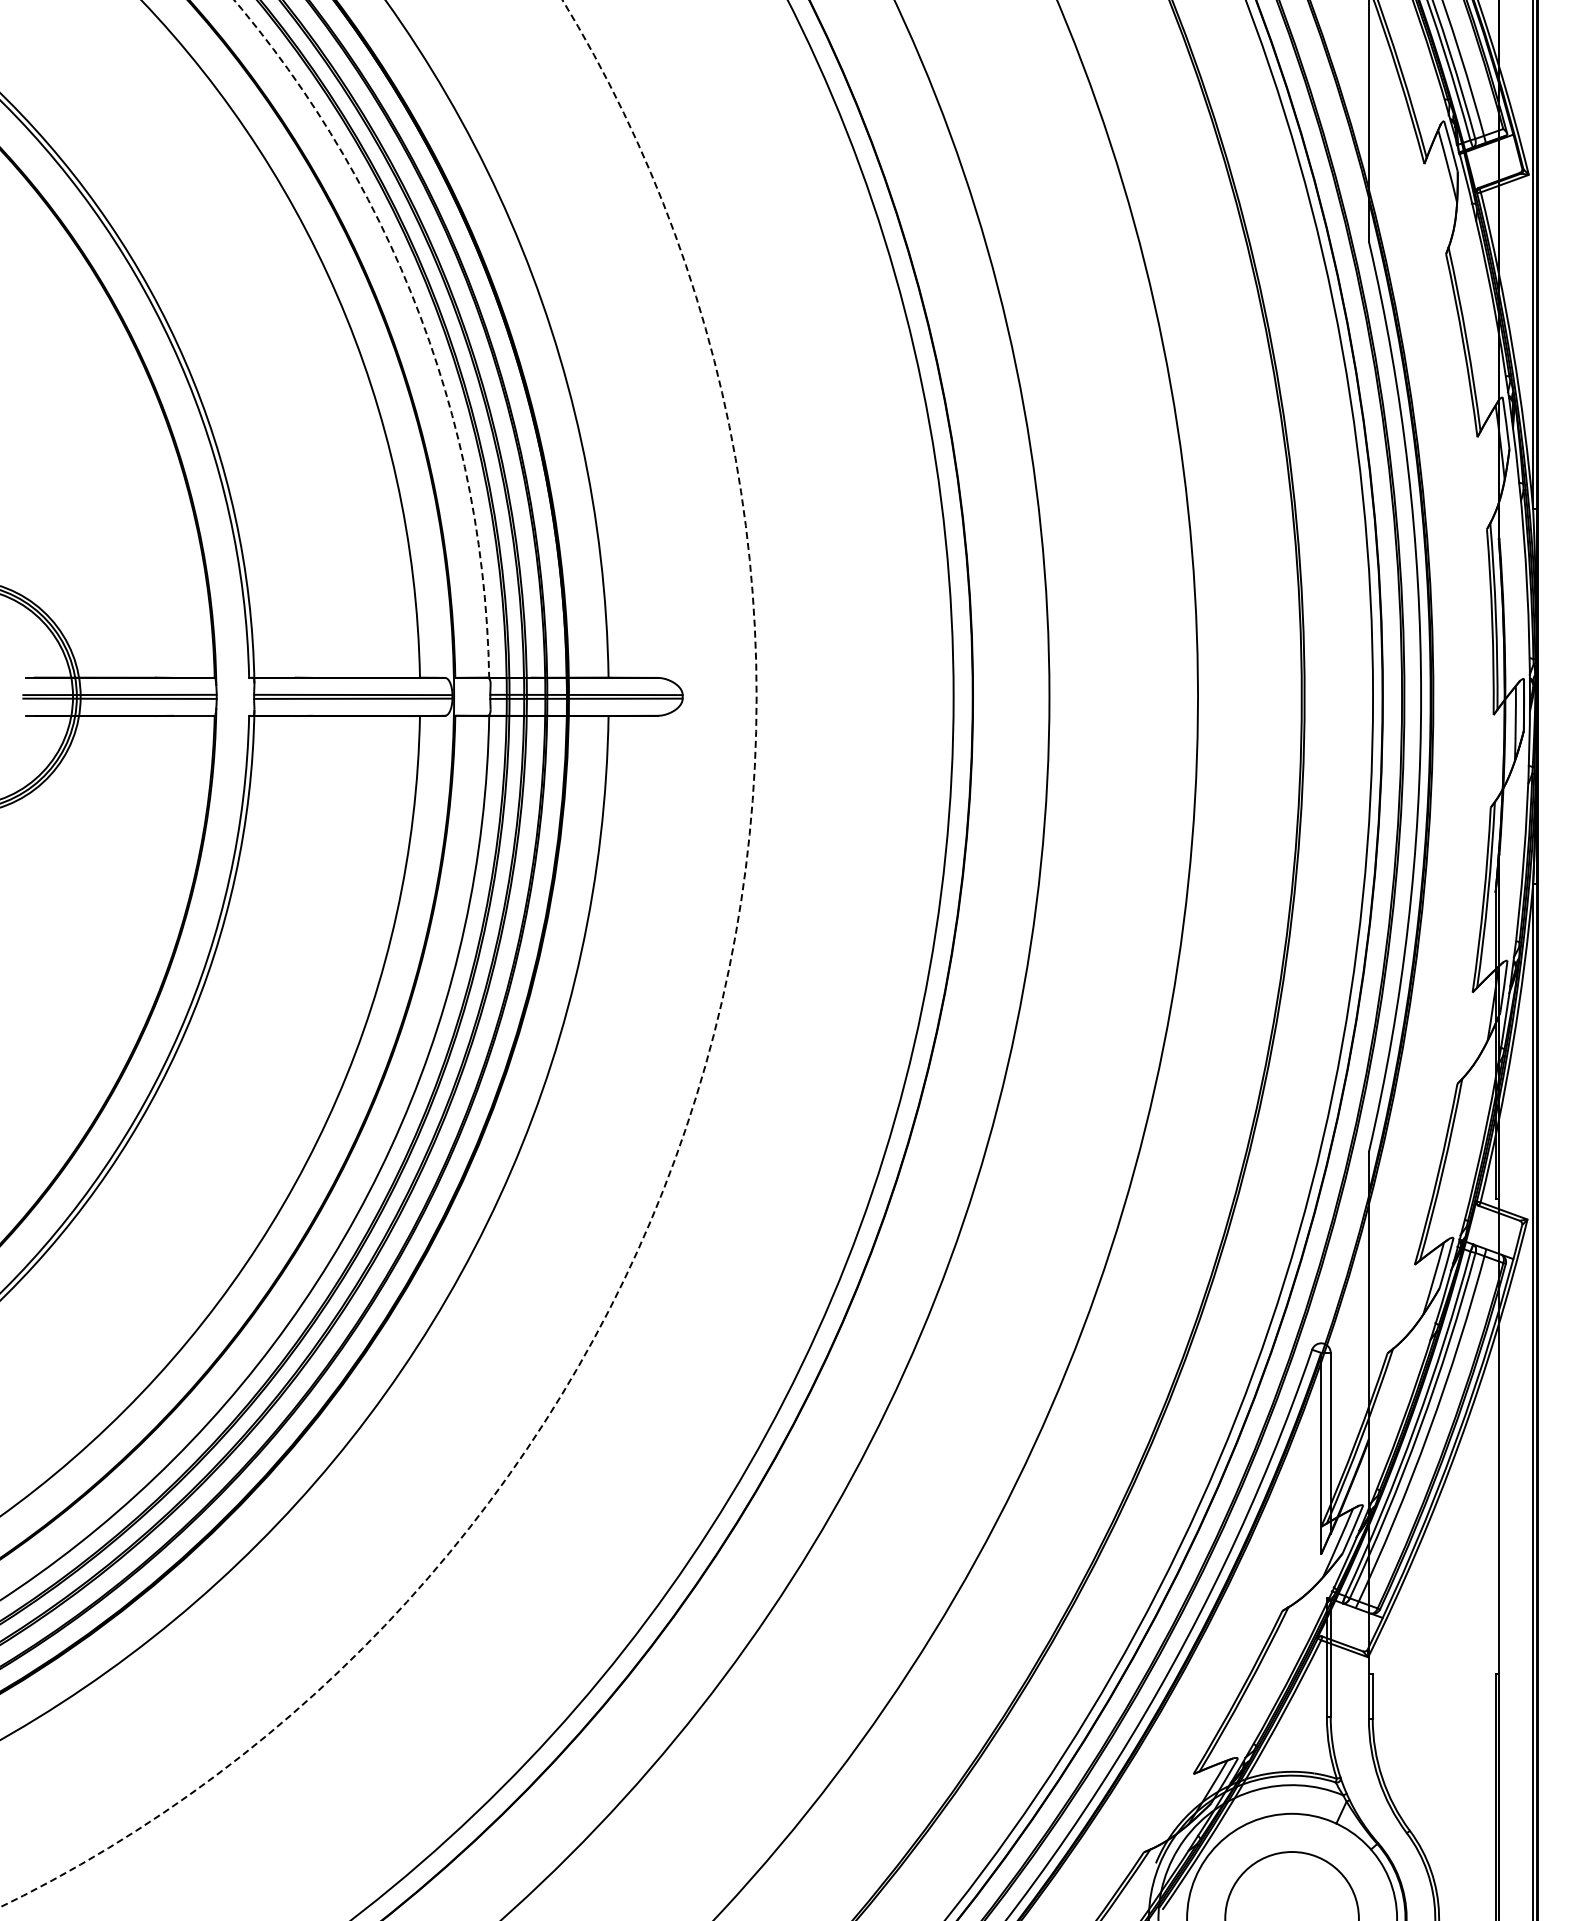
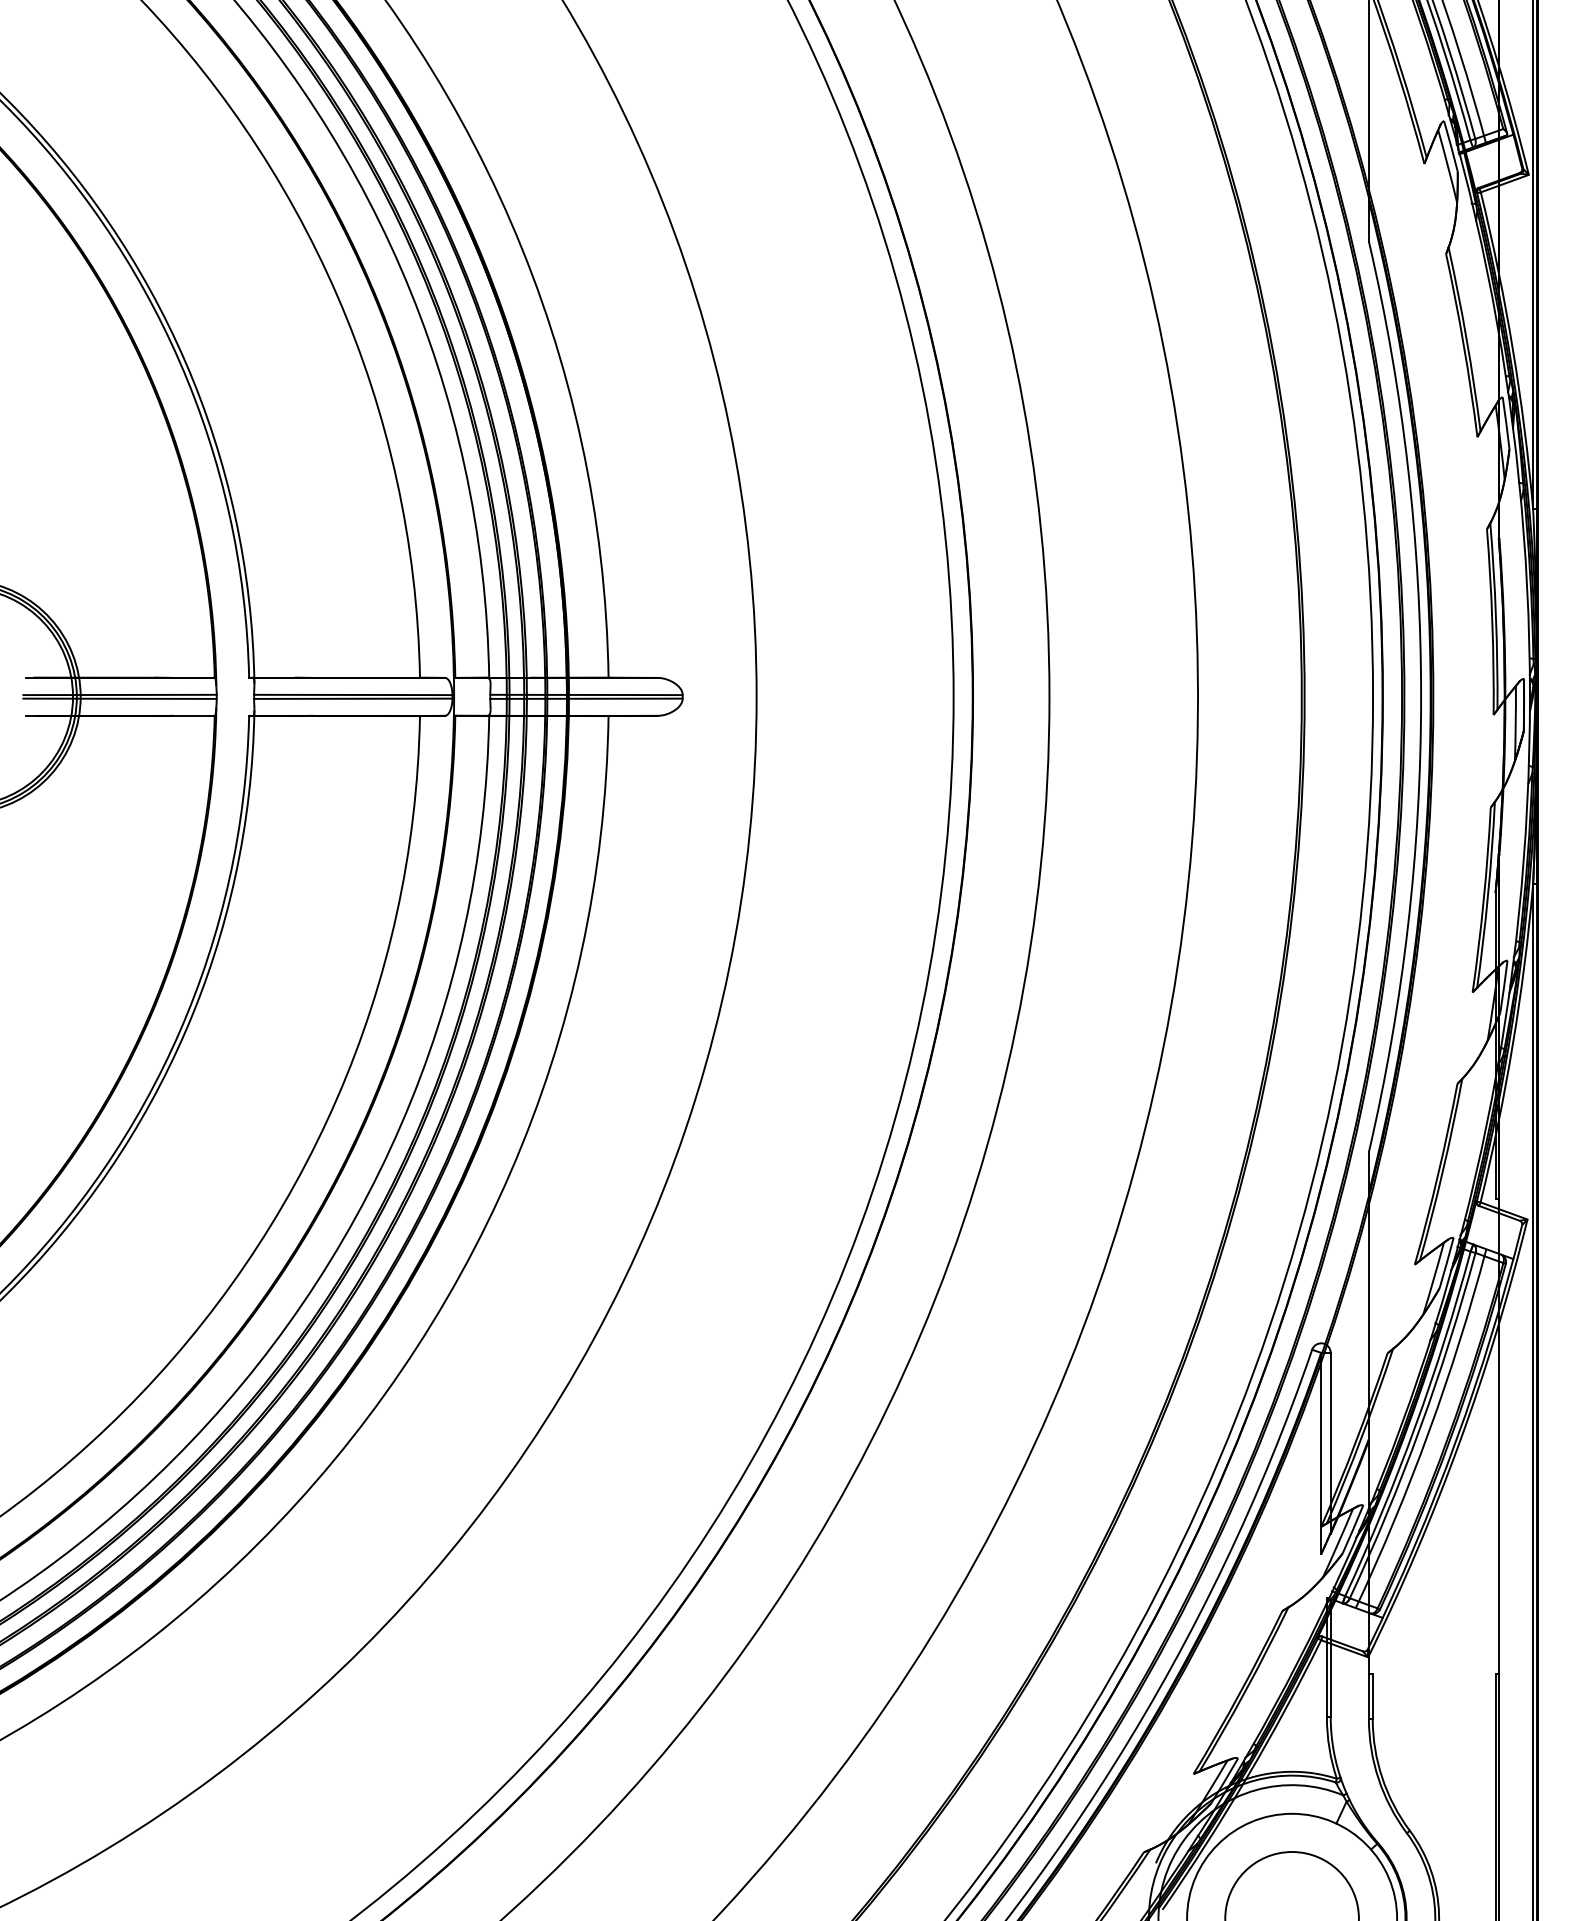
arc at (420, 316): dashed -> solid
circle at (378, 953): dashed -> solid
